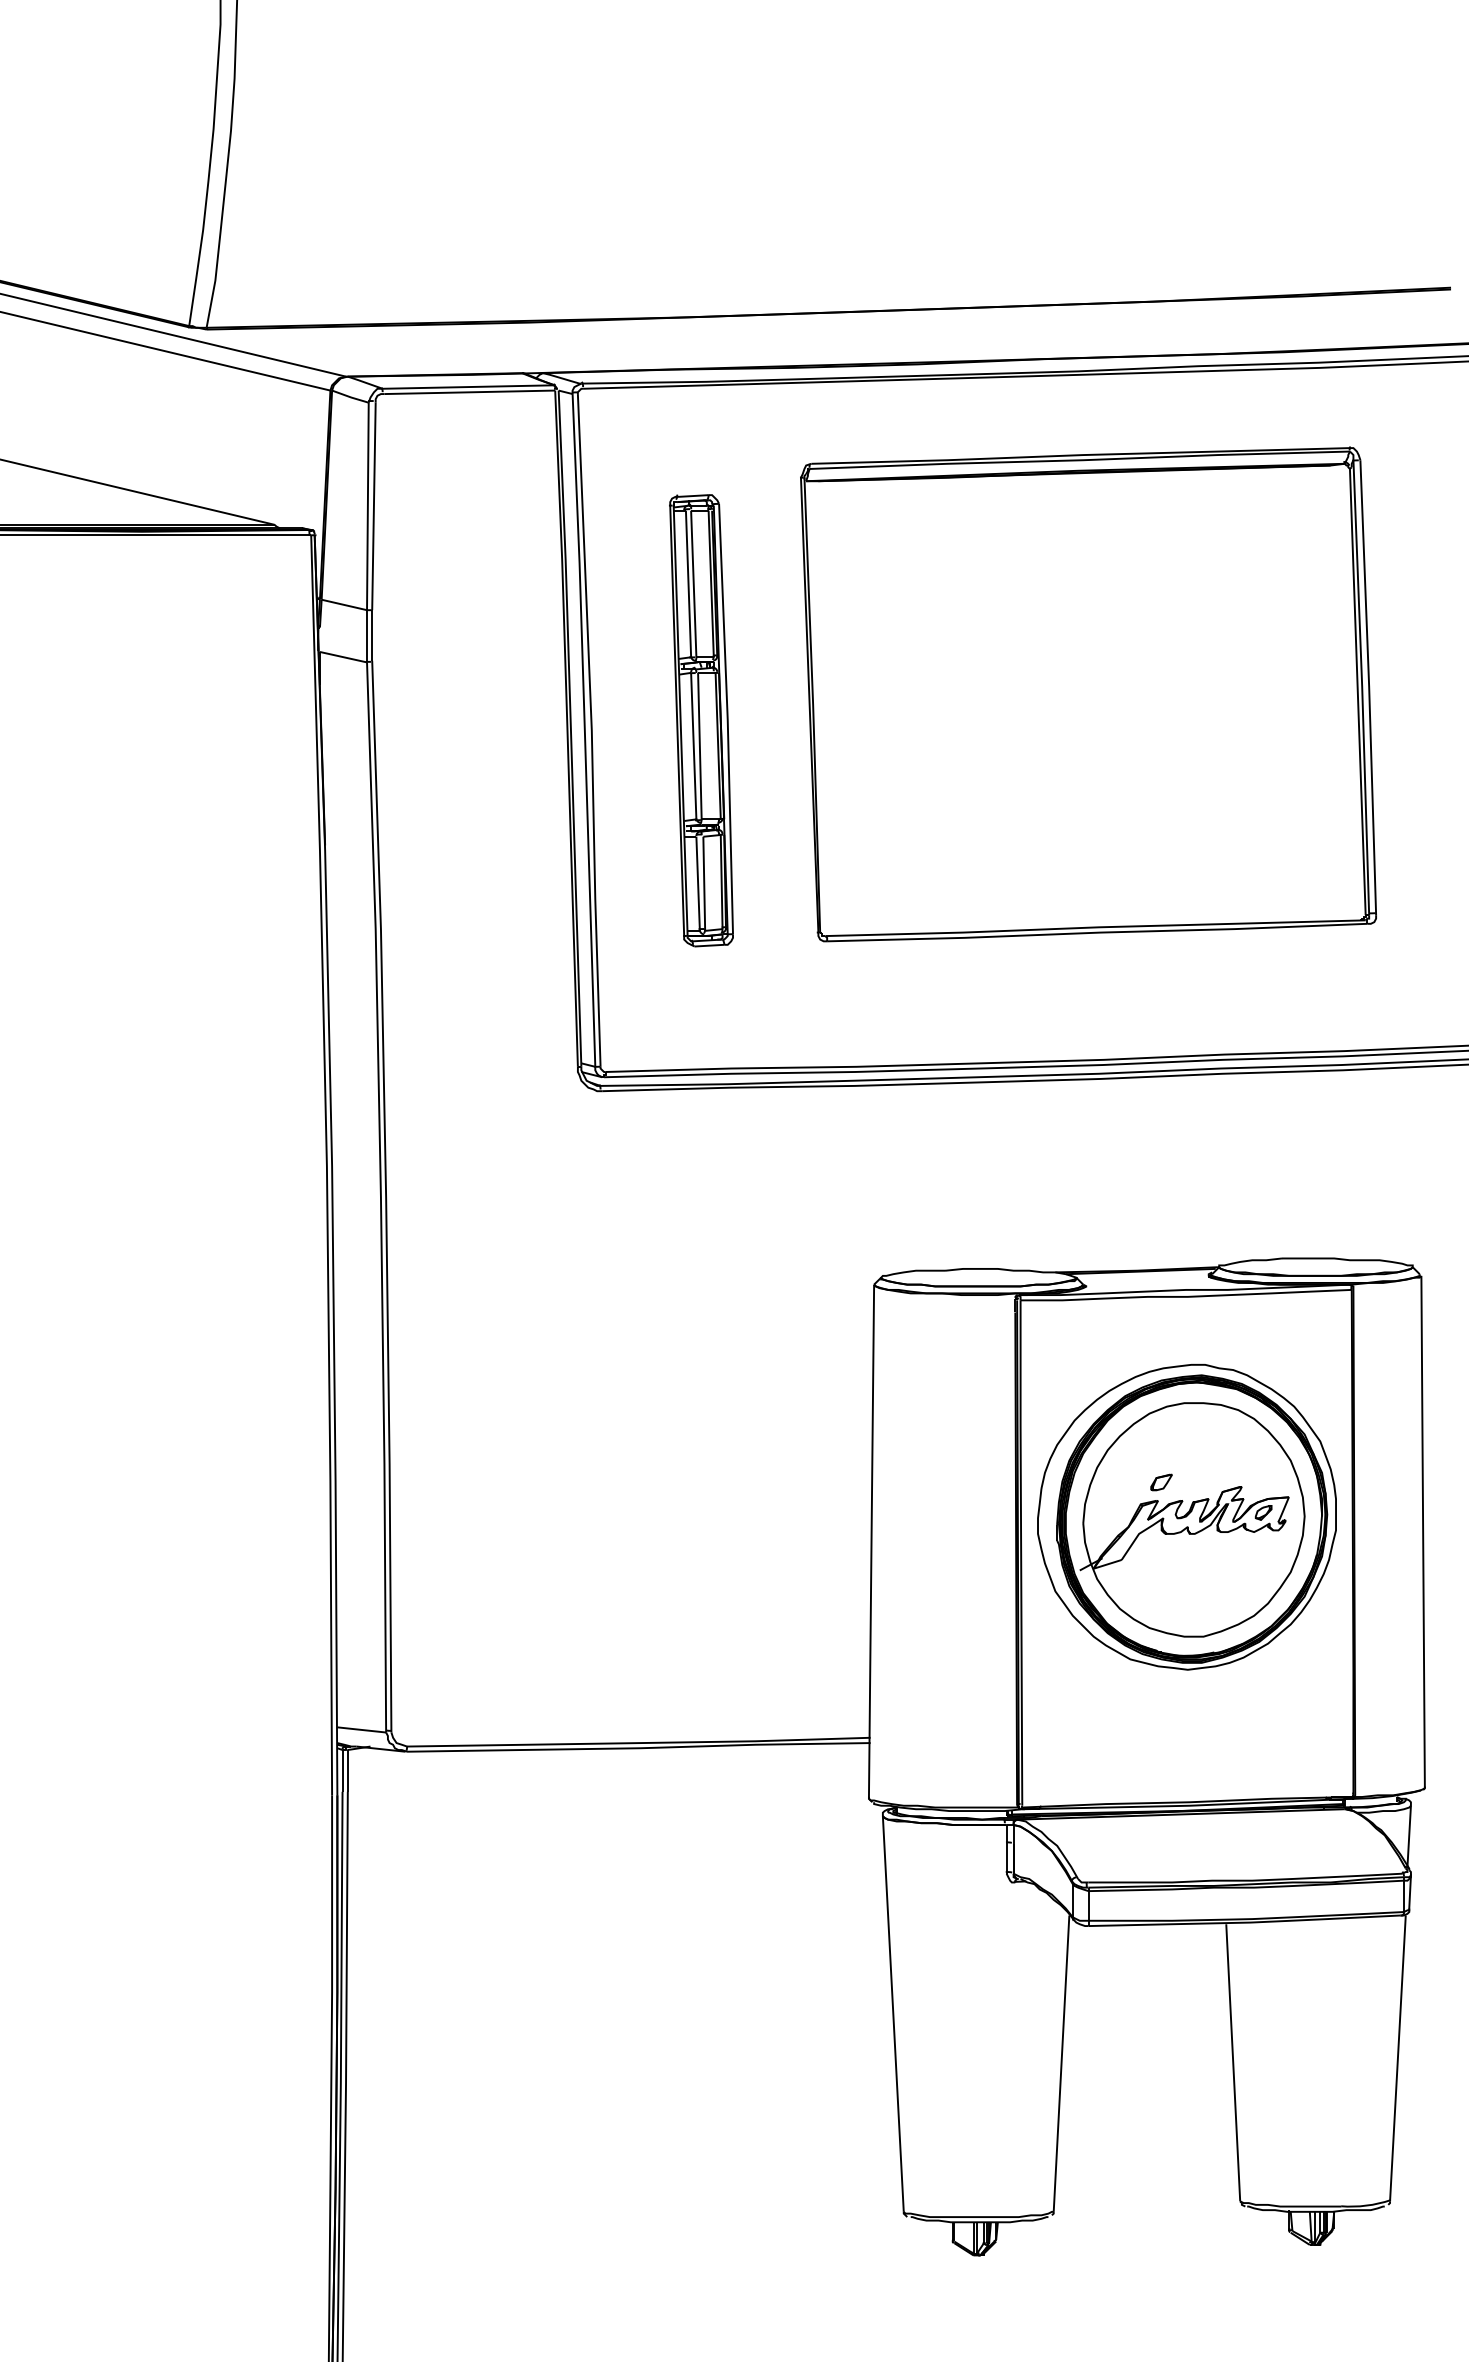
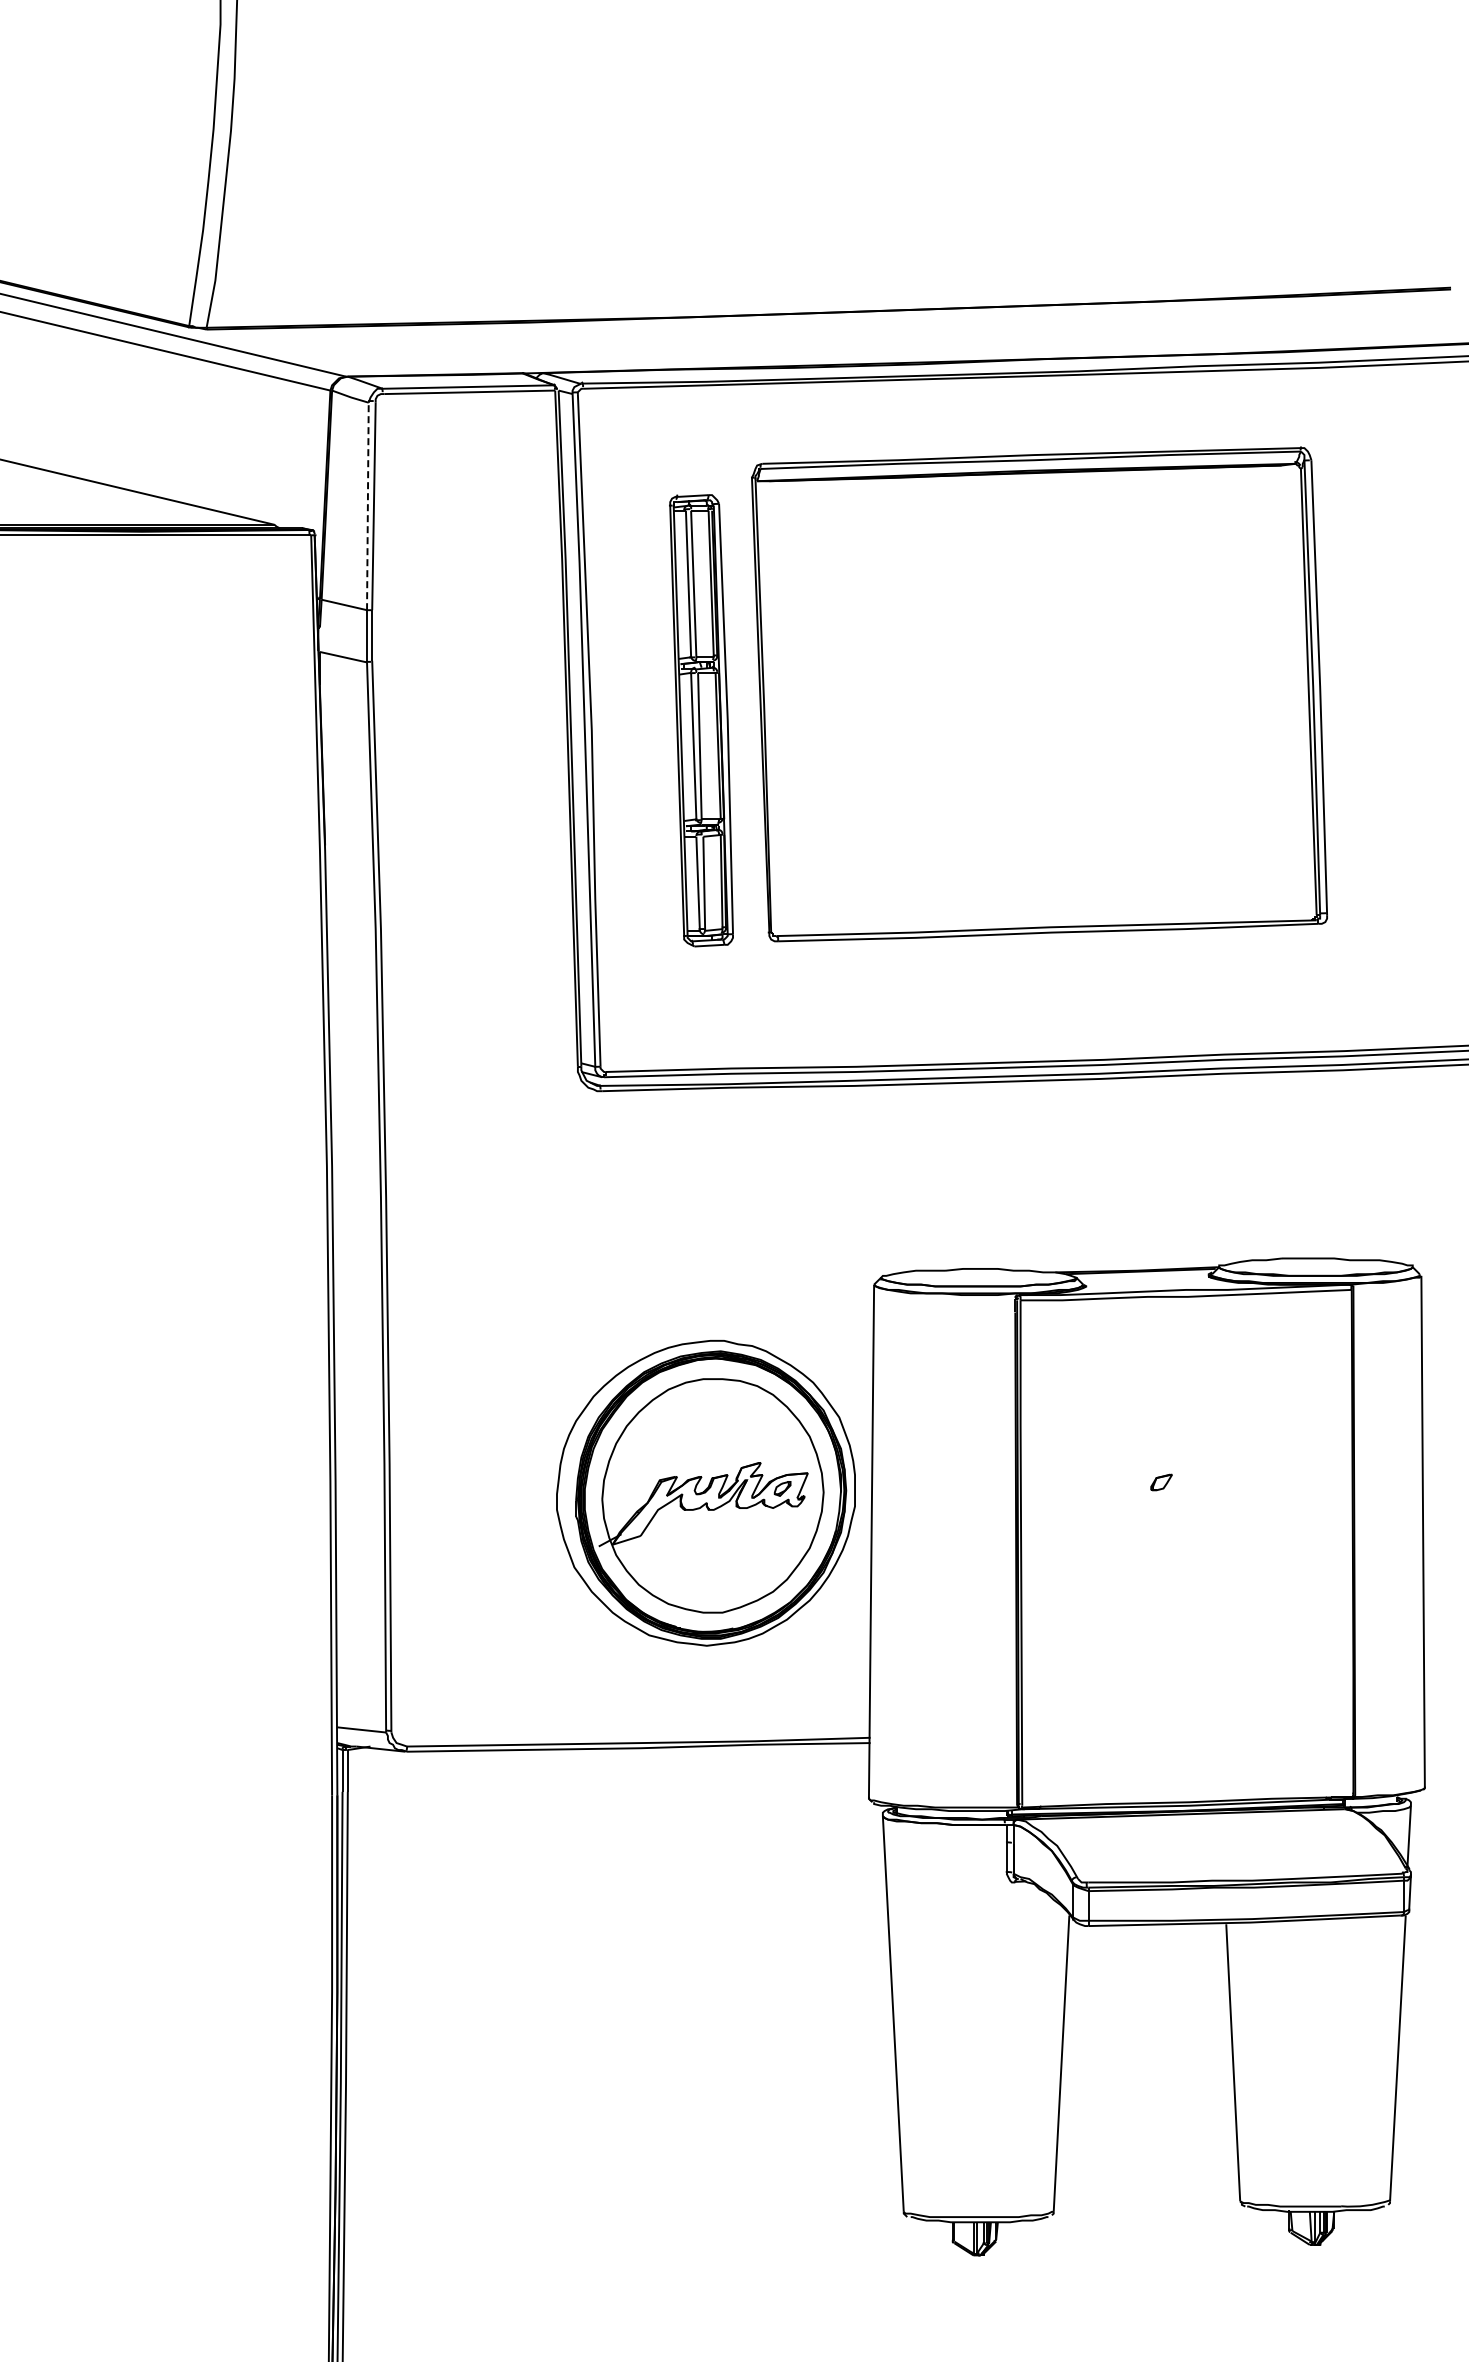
line at (367, 506): solid -> dashed
part at (1088, 694) position: (1088, 694) -> (1039, 694)
part at (1186, 1517) position: (1186, 1517) -> (705, 1493)
